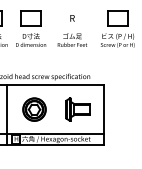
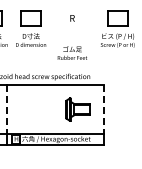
text at (71, 39) position: (71, 39) -> (71, 52)
line at (7, 109): solid -> dashed
part at (34, 109): present -> none
line at (104, 109): solid -> dashed
